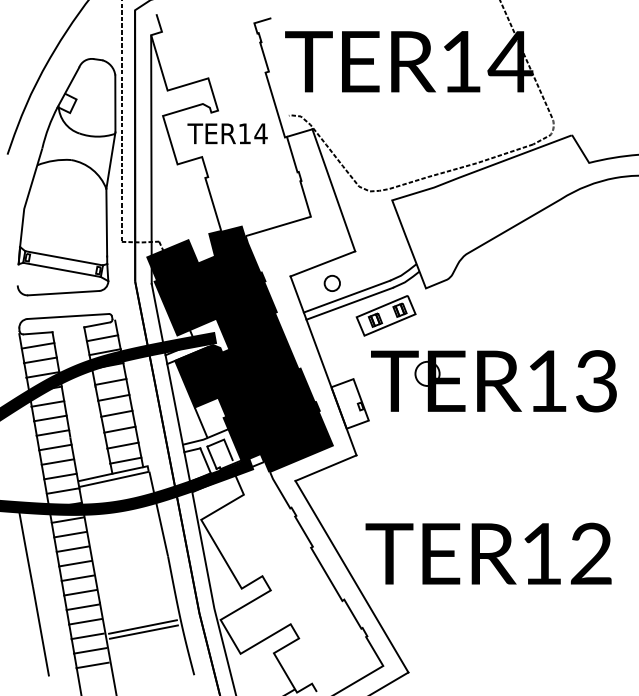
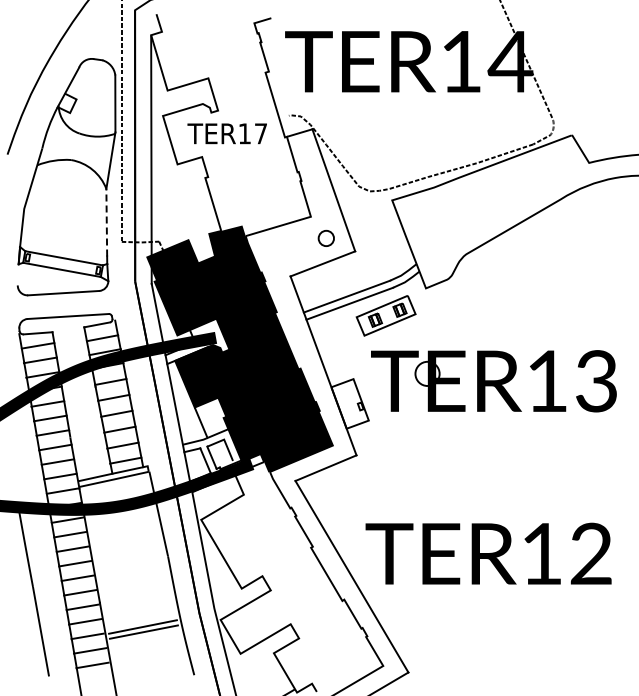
text at (260, 133): TER14 -> TER17
line at (106, 222): solid -> dashed
circle at (331, 282) position: (331, 282) -> (325, 237)
